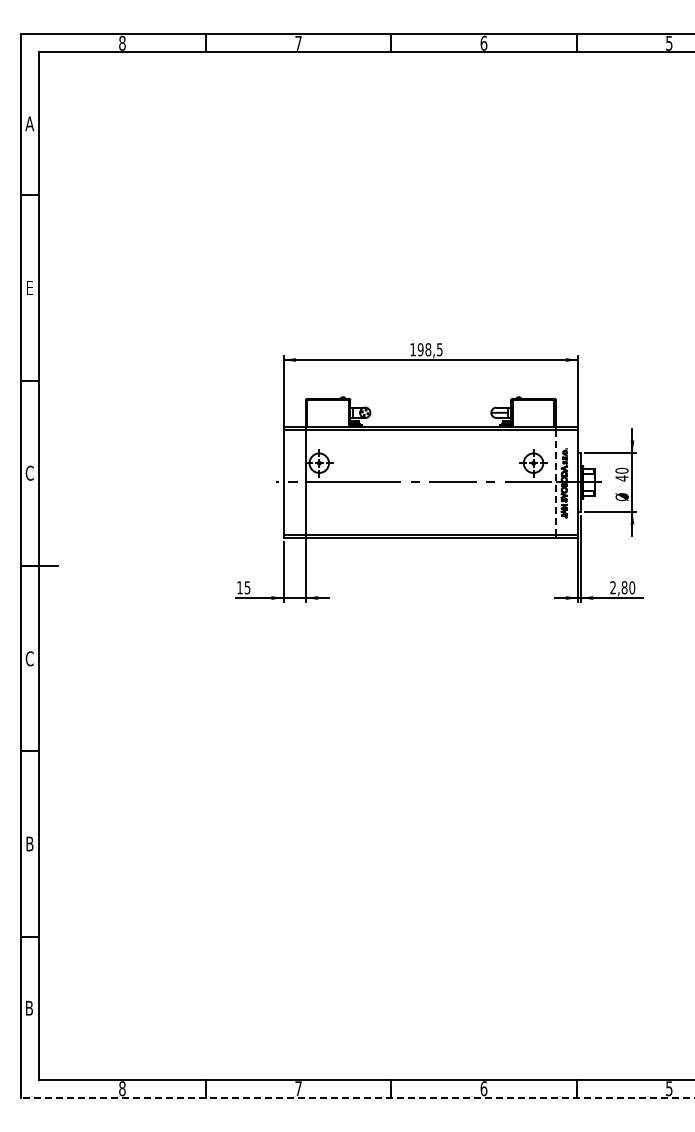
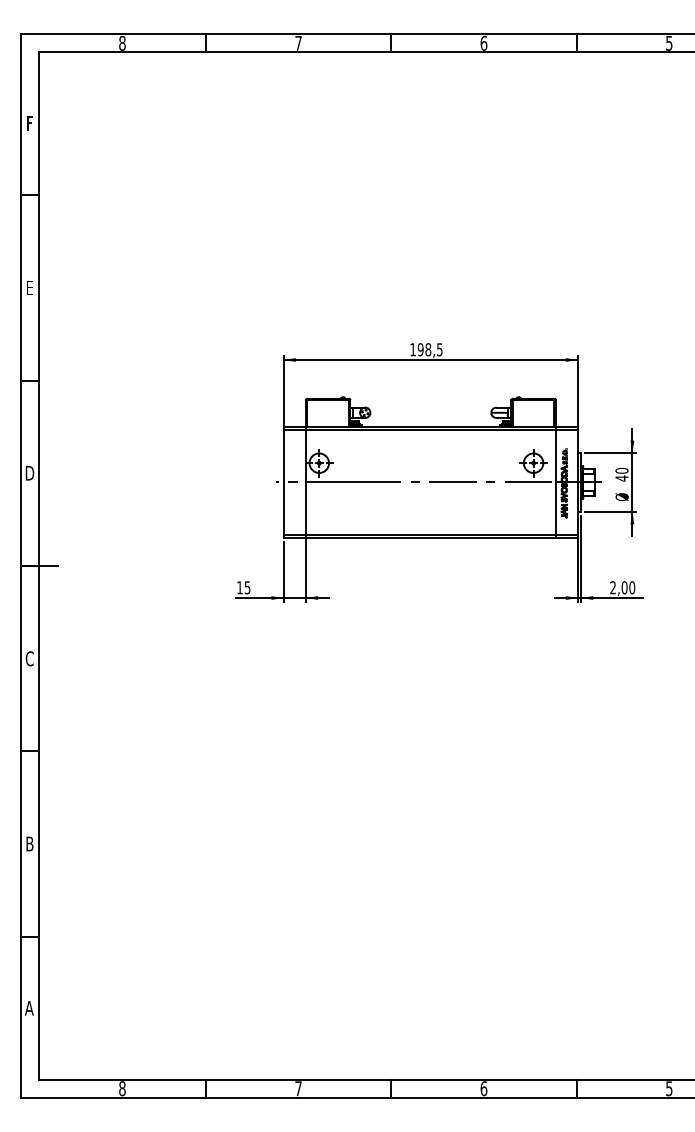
text at (29, 123): A -> F
text at (29, 472): C -> D
line at (555, 482): dashed -> solid
text at (624, 587): 2,80 -> 2,00
text at (29, 1008): B -> A
line at (357, 1098): dashed -> solid
